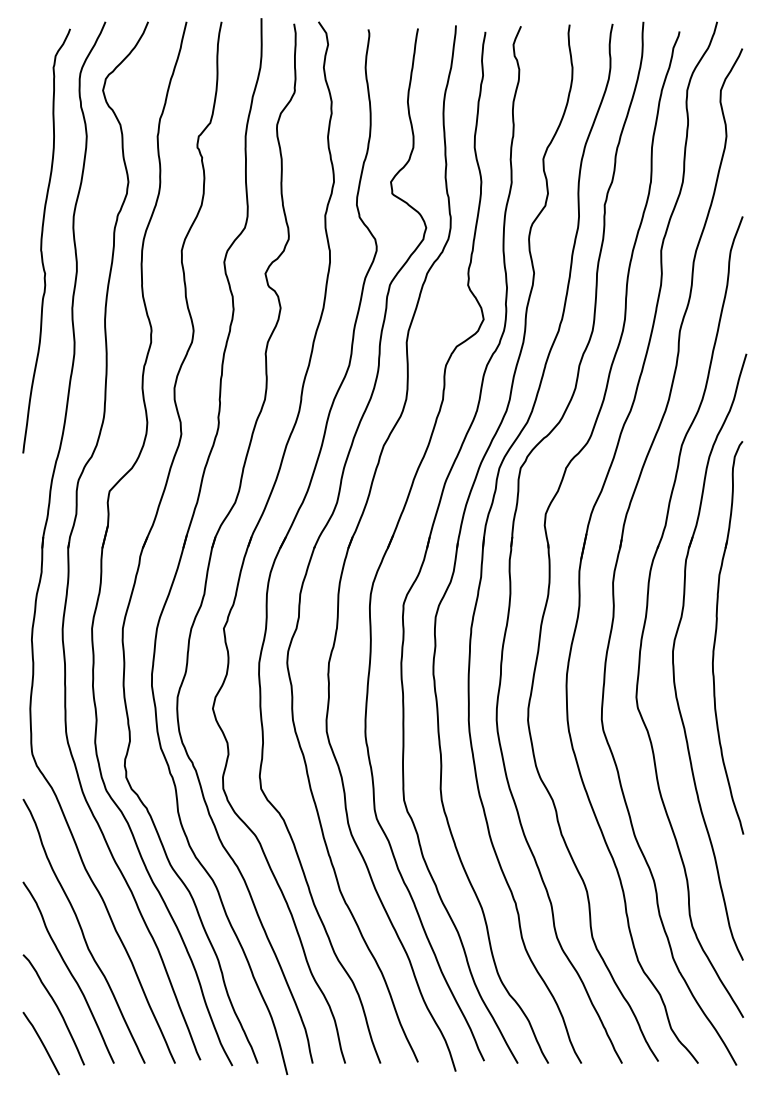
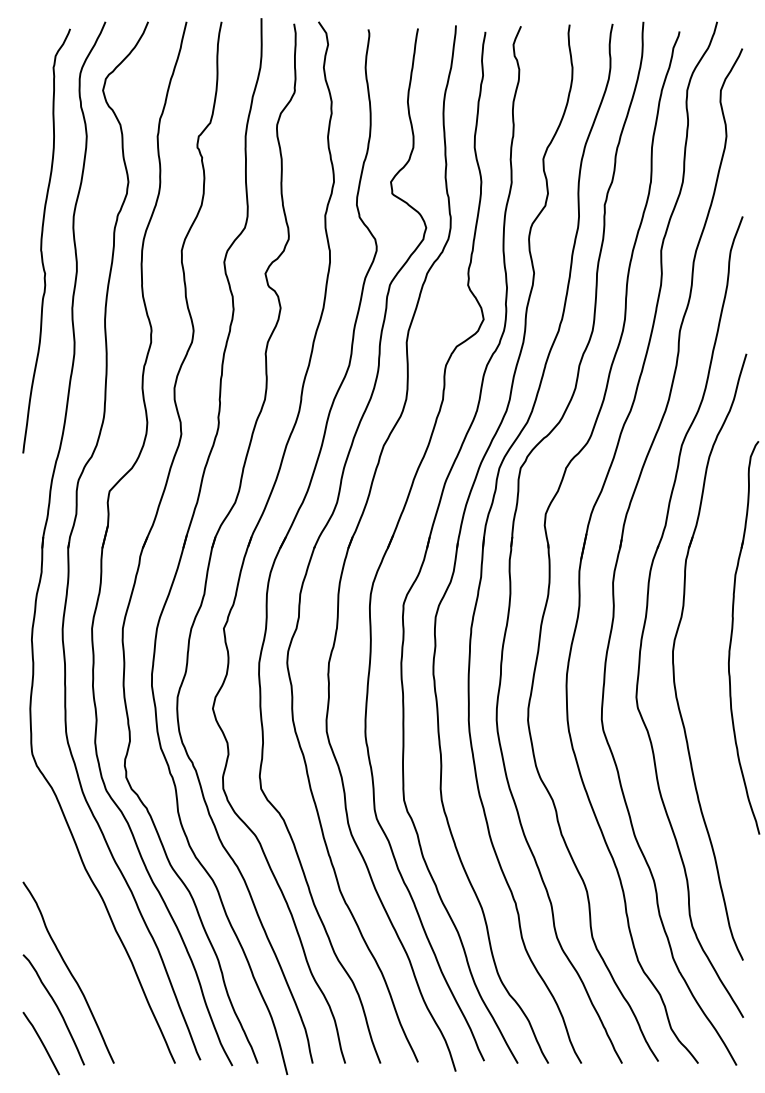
part at (716, 637) position: (716, 637) -> (732, 637)
curve at (82, 930): present -> none
